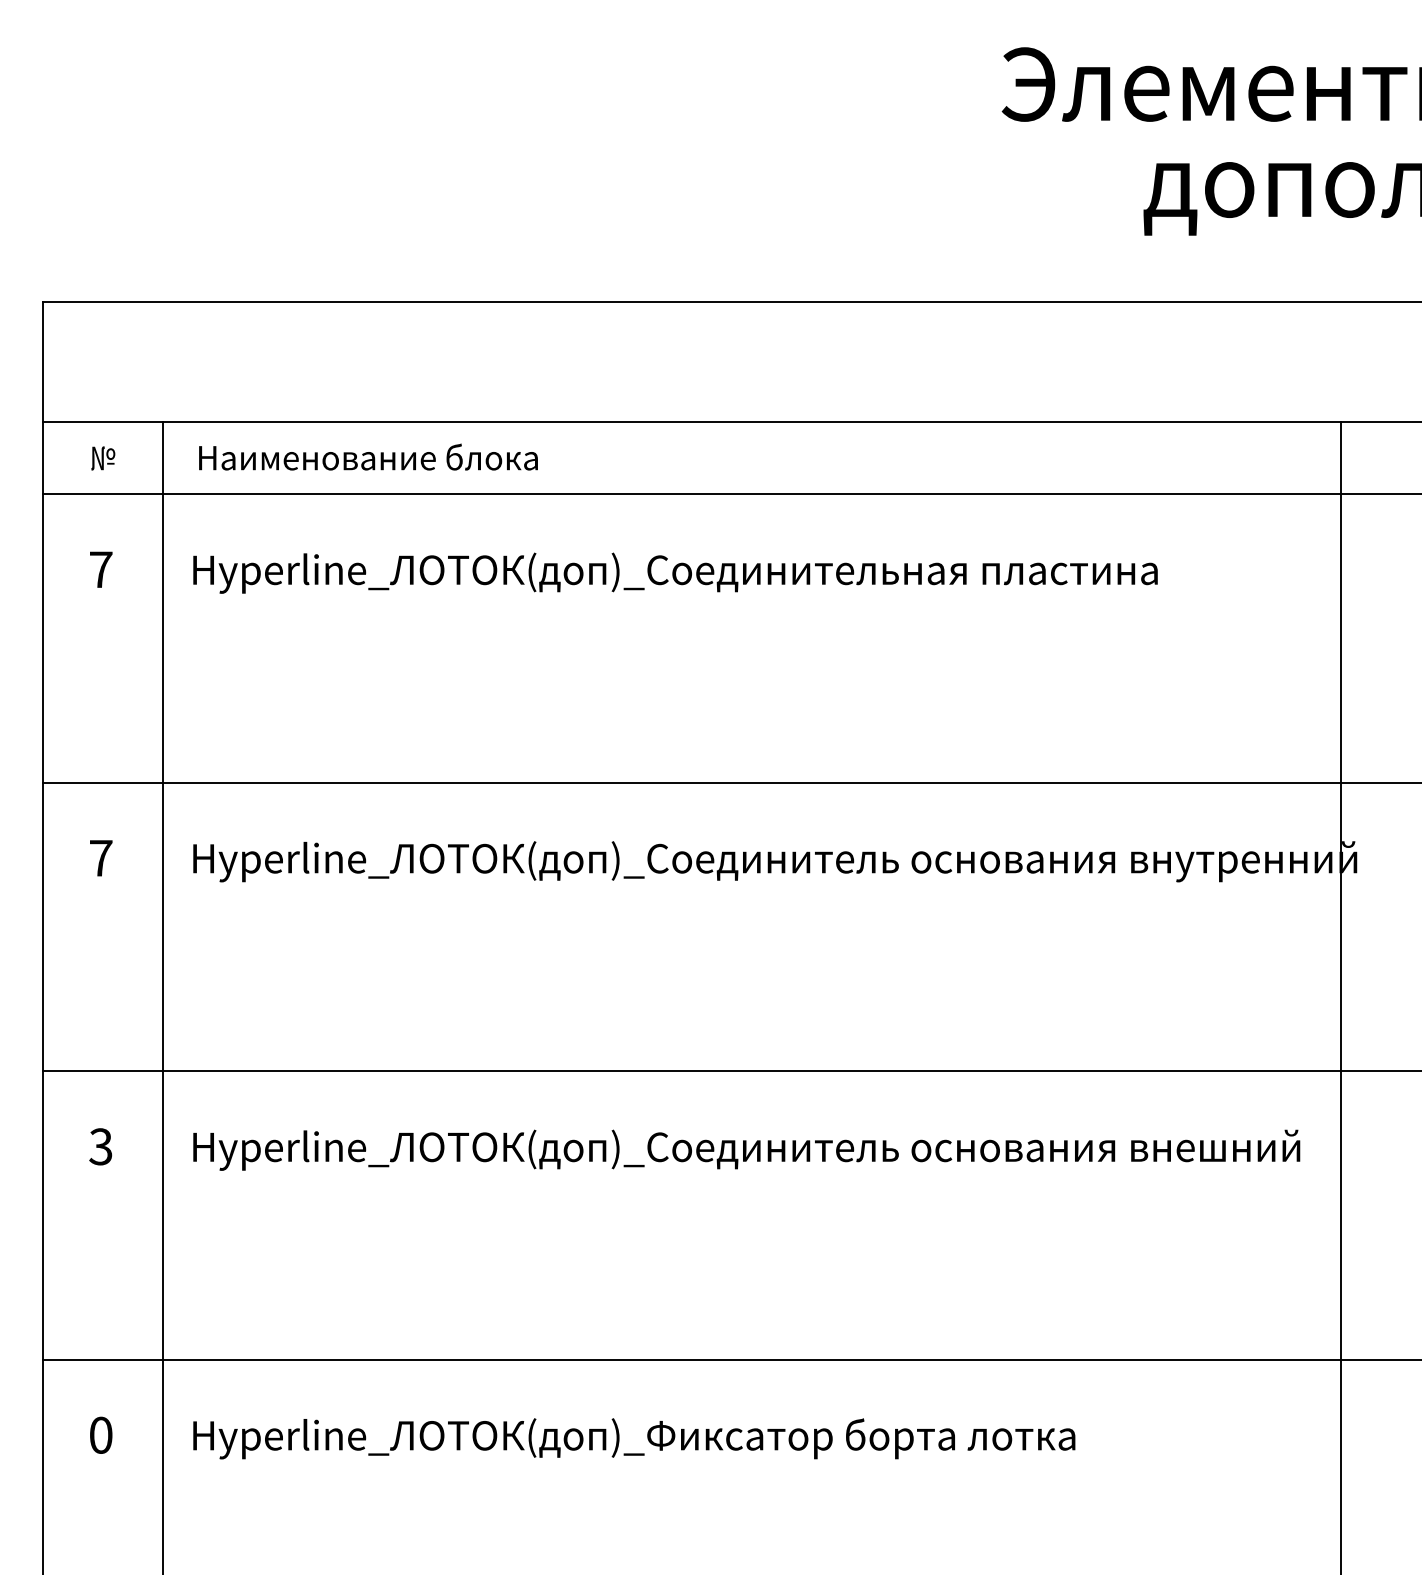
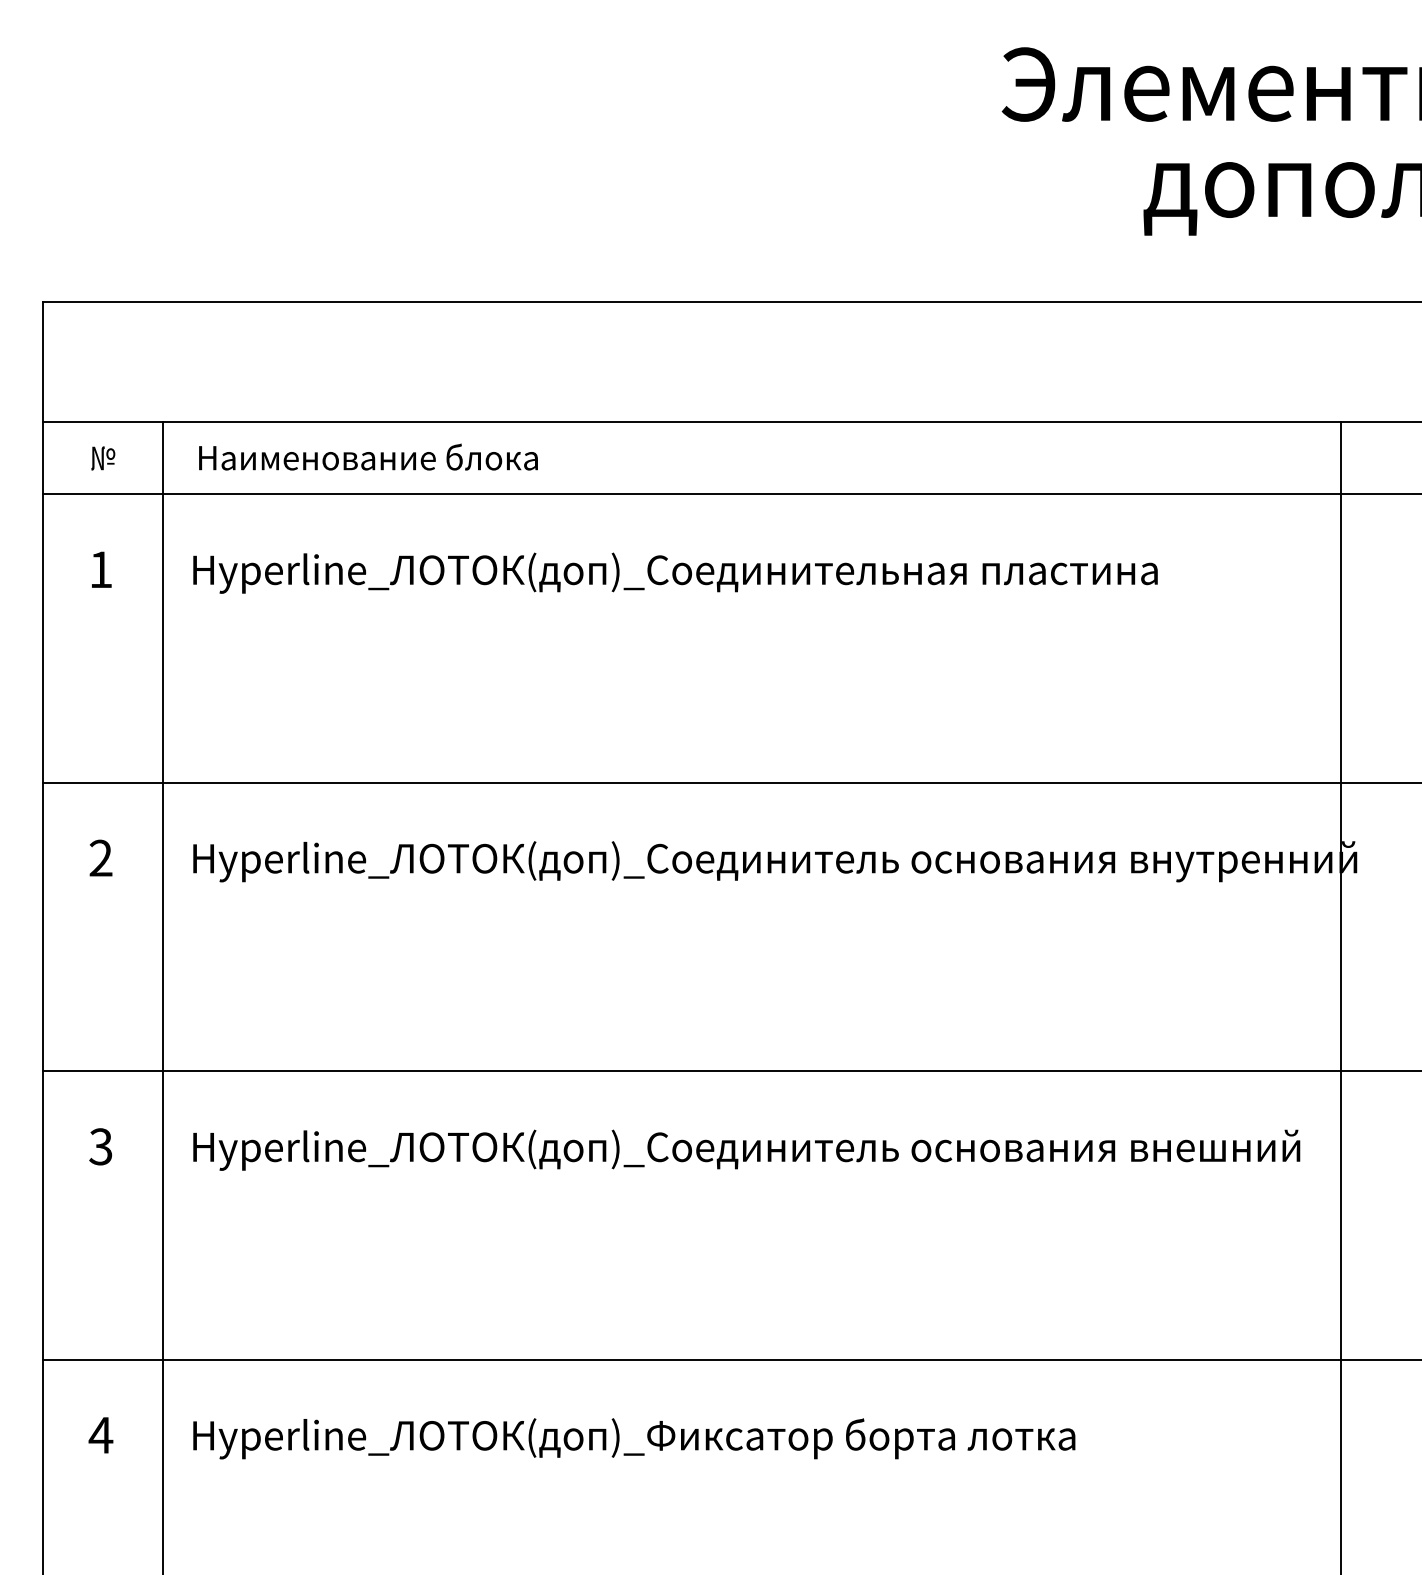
text at (101, 569): 7 -> 1
text at (100, 857): 7 -> 2
text at (100, 1434): 0 -> 4
